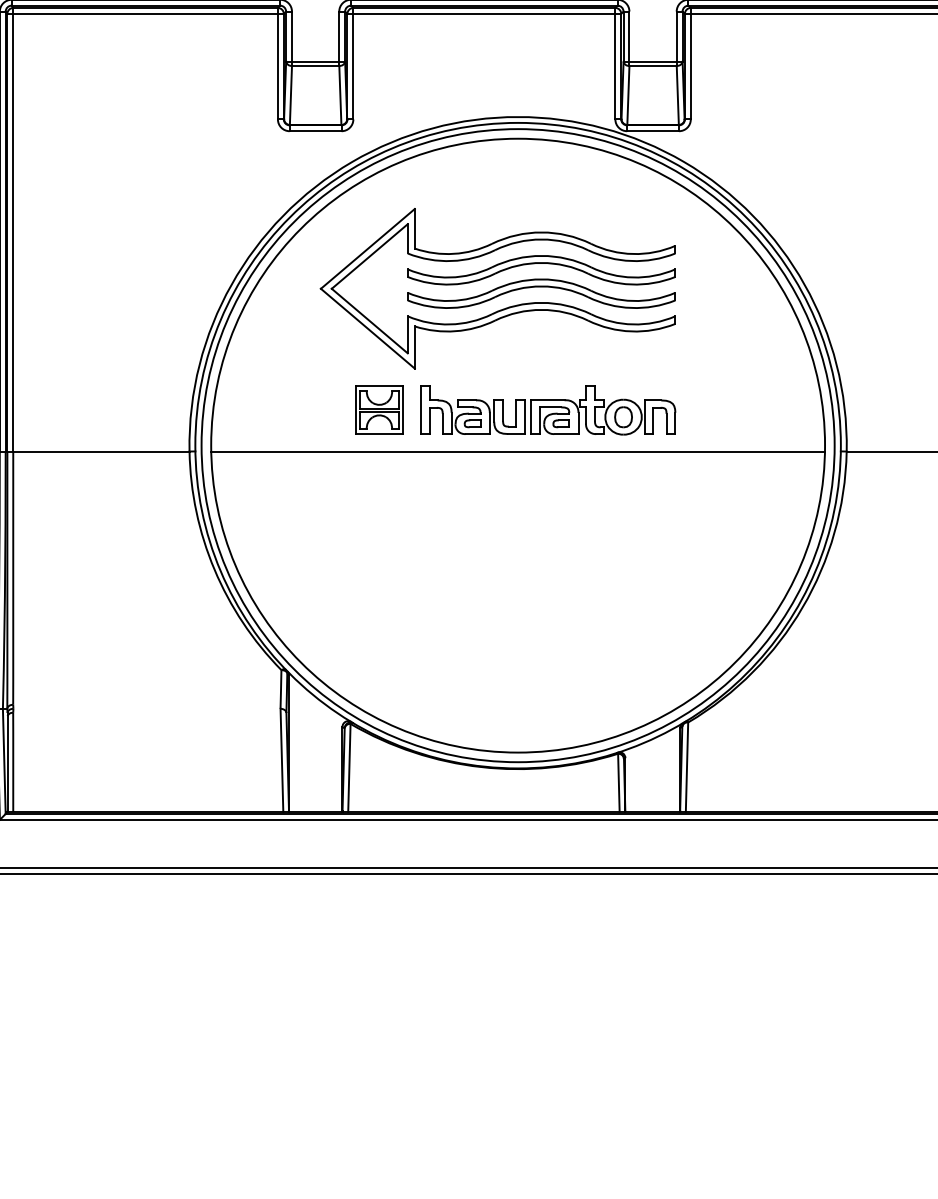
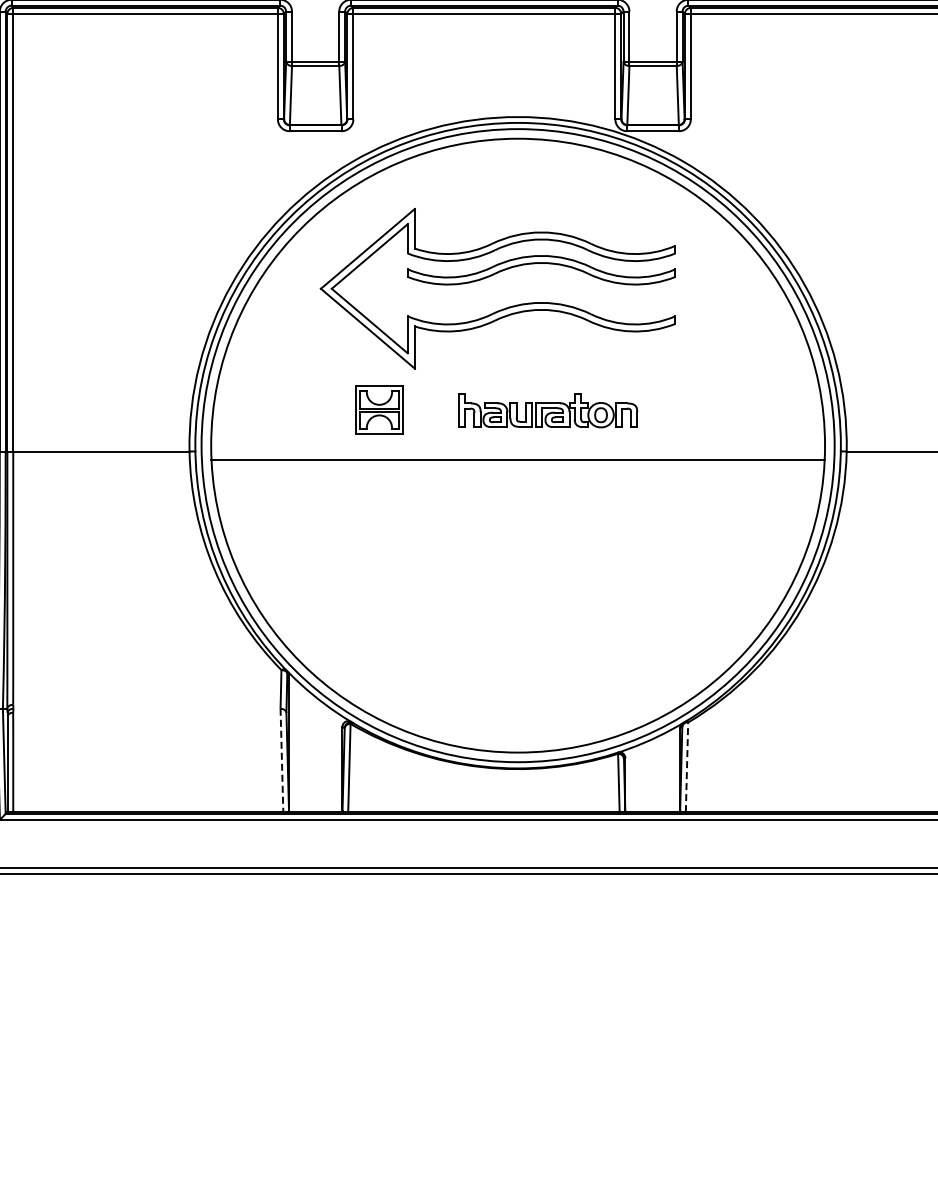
part at (541, 293): present -> none
part at (548, 410) size: 257x51 px -> 181x36 px
line at (517, 451) position: (517, 451) -> (517, 459)
line at (281, 760): solid -> dashed
line at (687, 767): solid -> dashed
